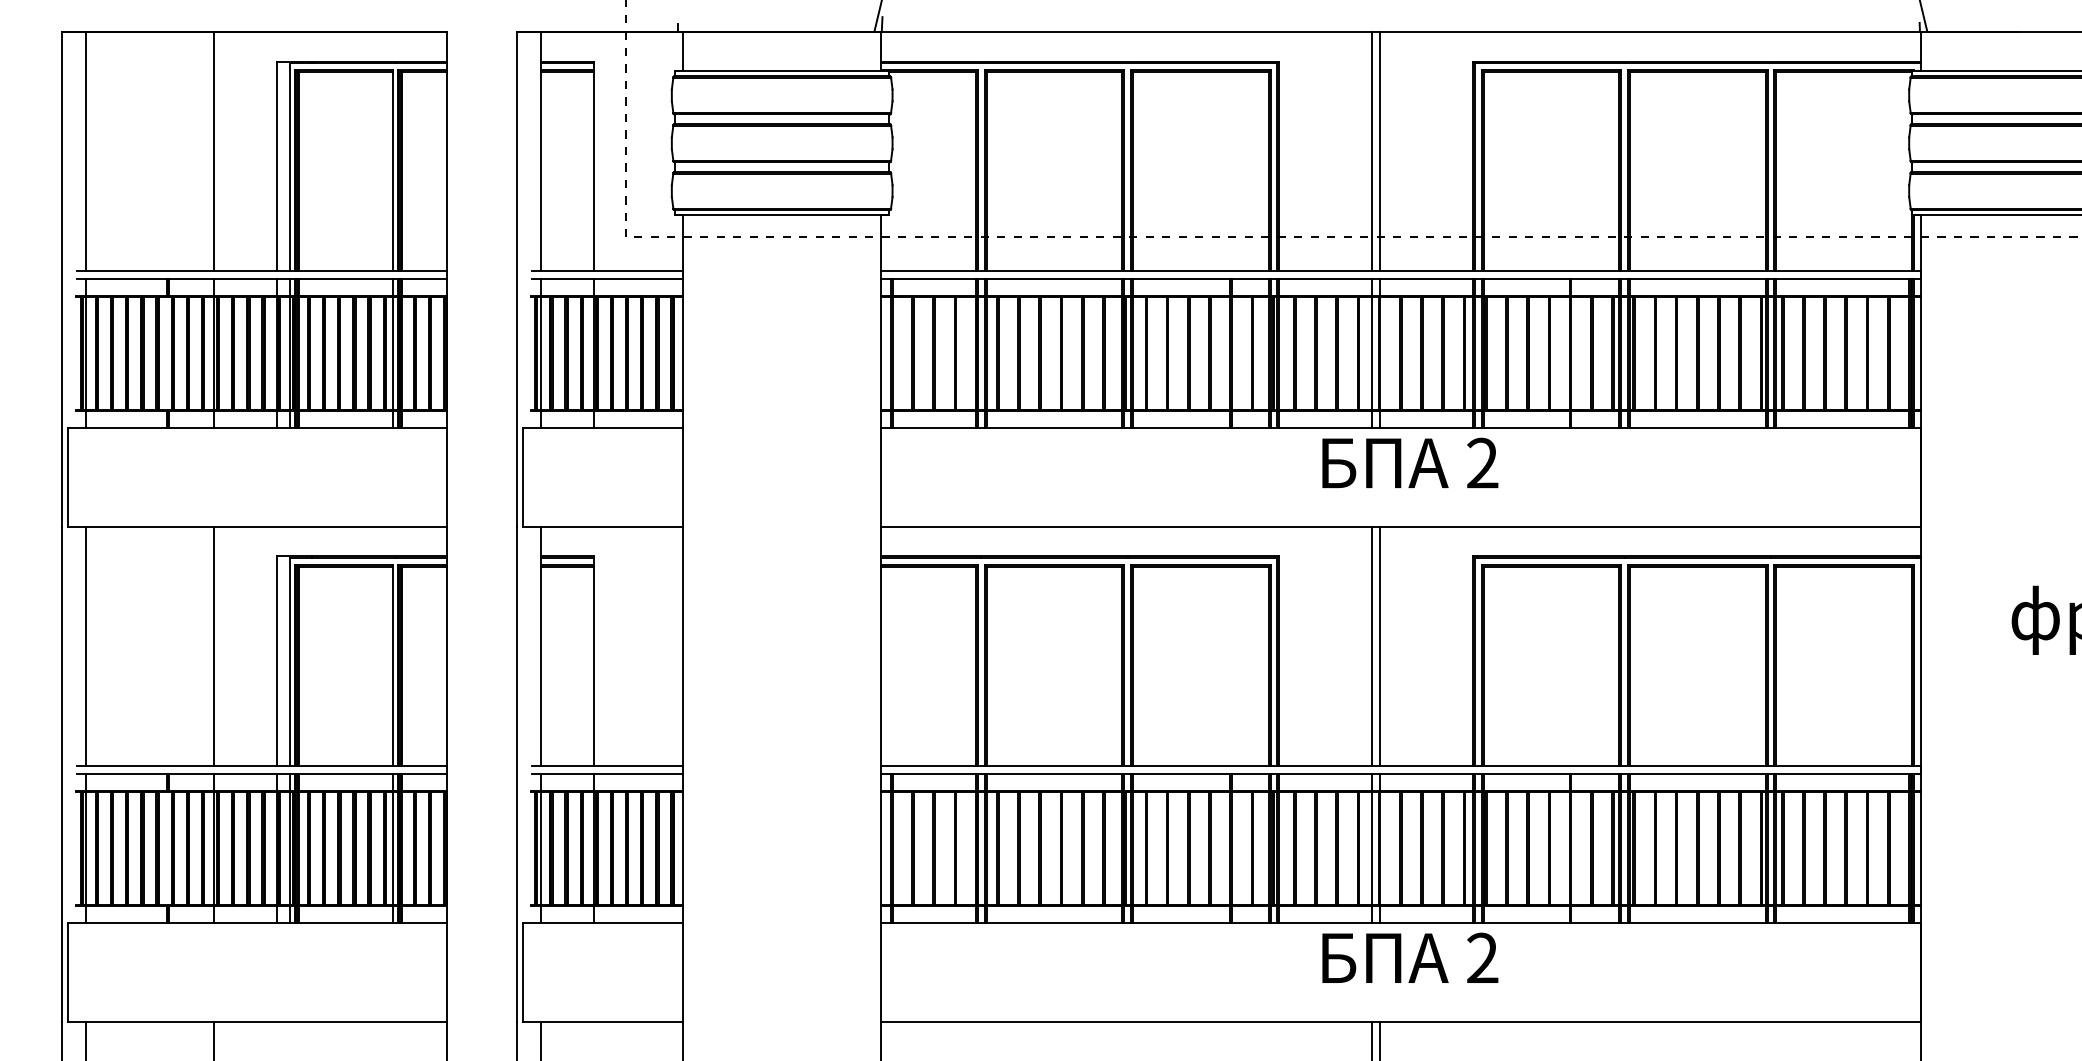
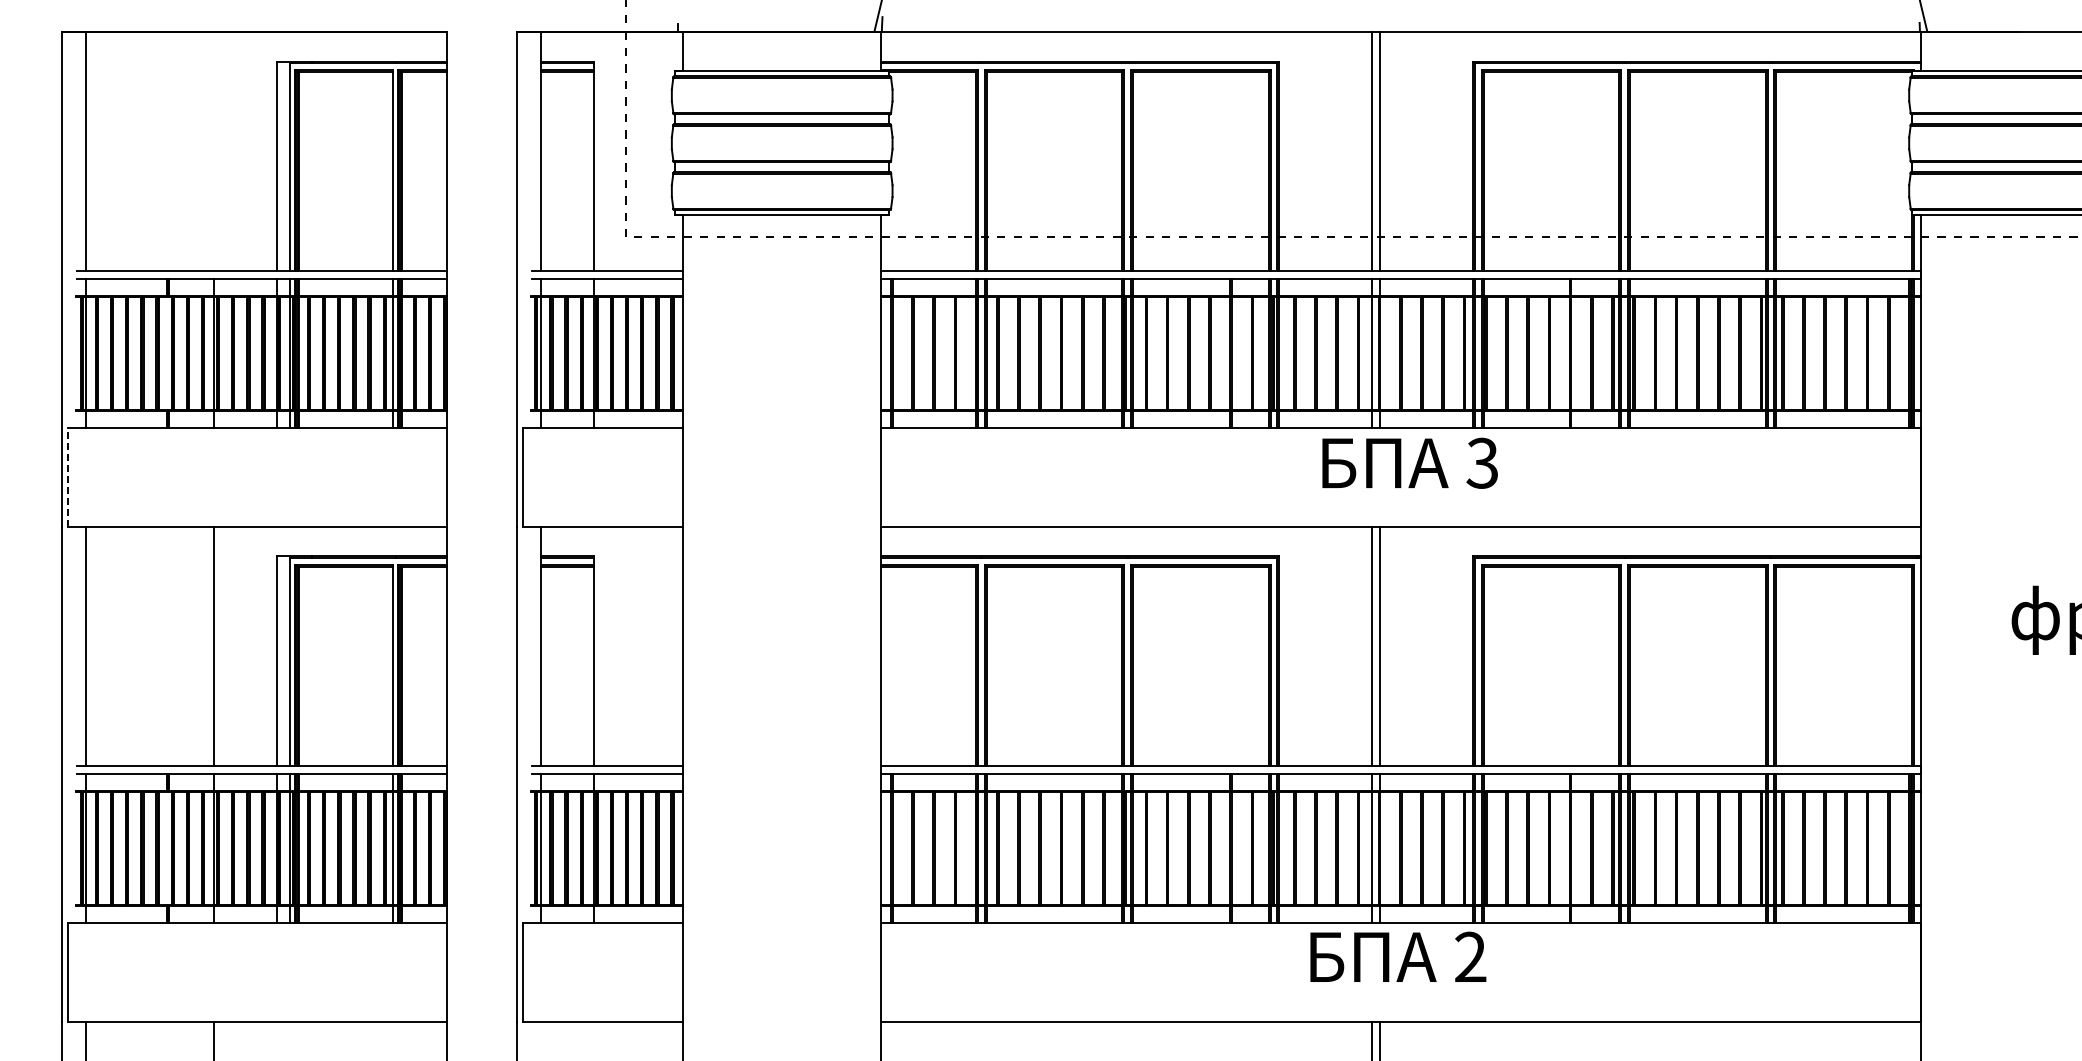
line at (214, 151): present -> none
text at (1482, 463): 2 -> 3
line at (68, 476): solid -> dashed
text at (1410, 957) position: (1410, 957) -> (1398, 956)
line at (540, 1039): present -> none
